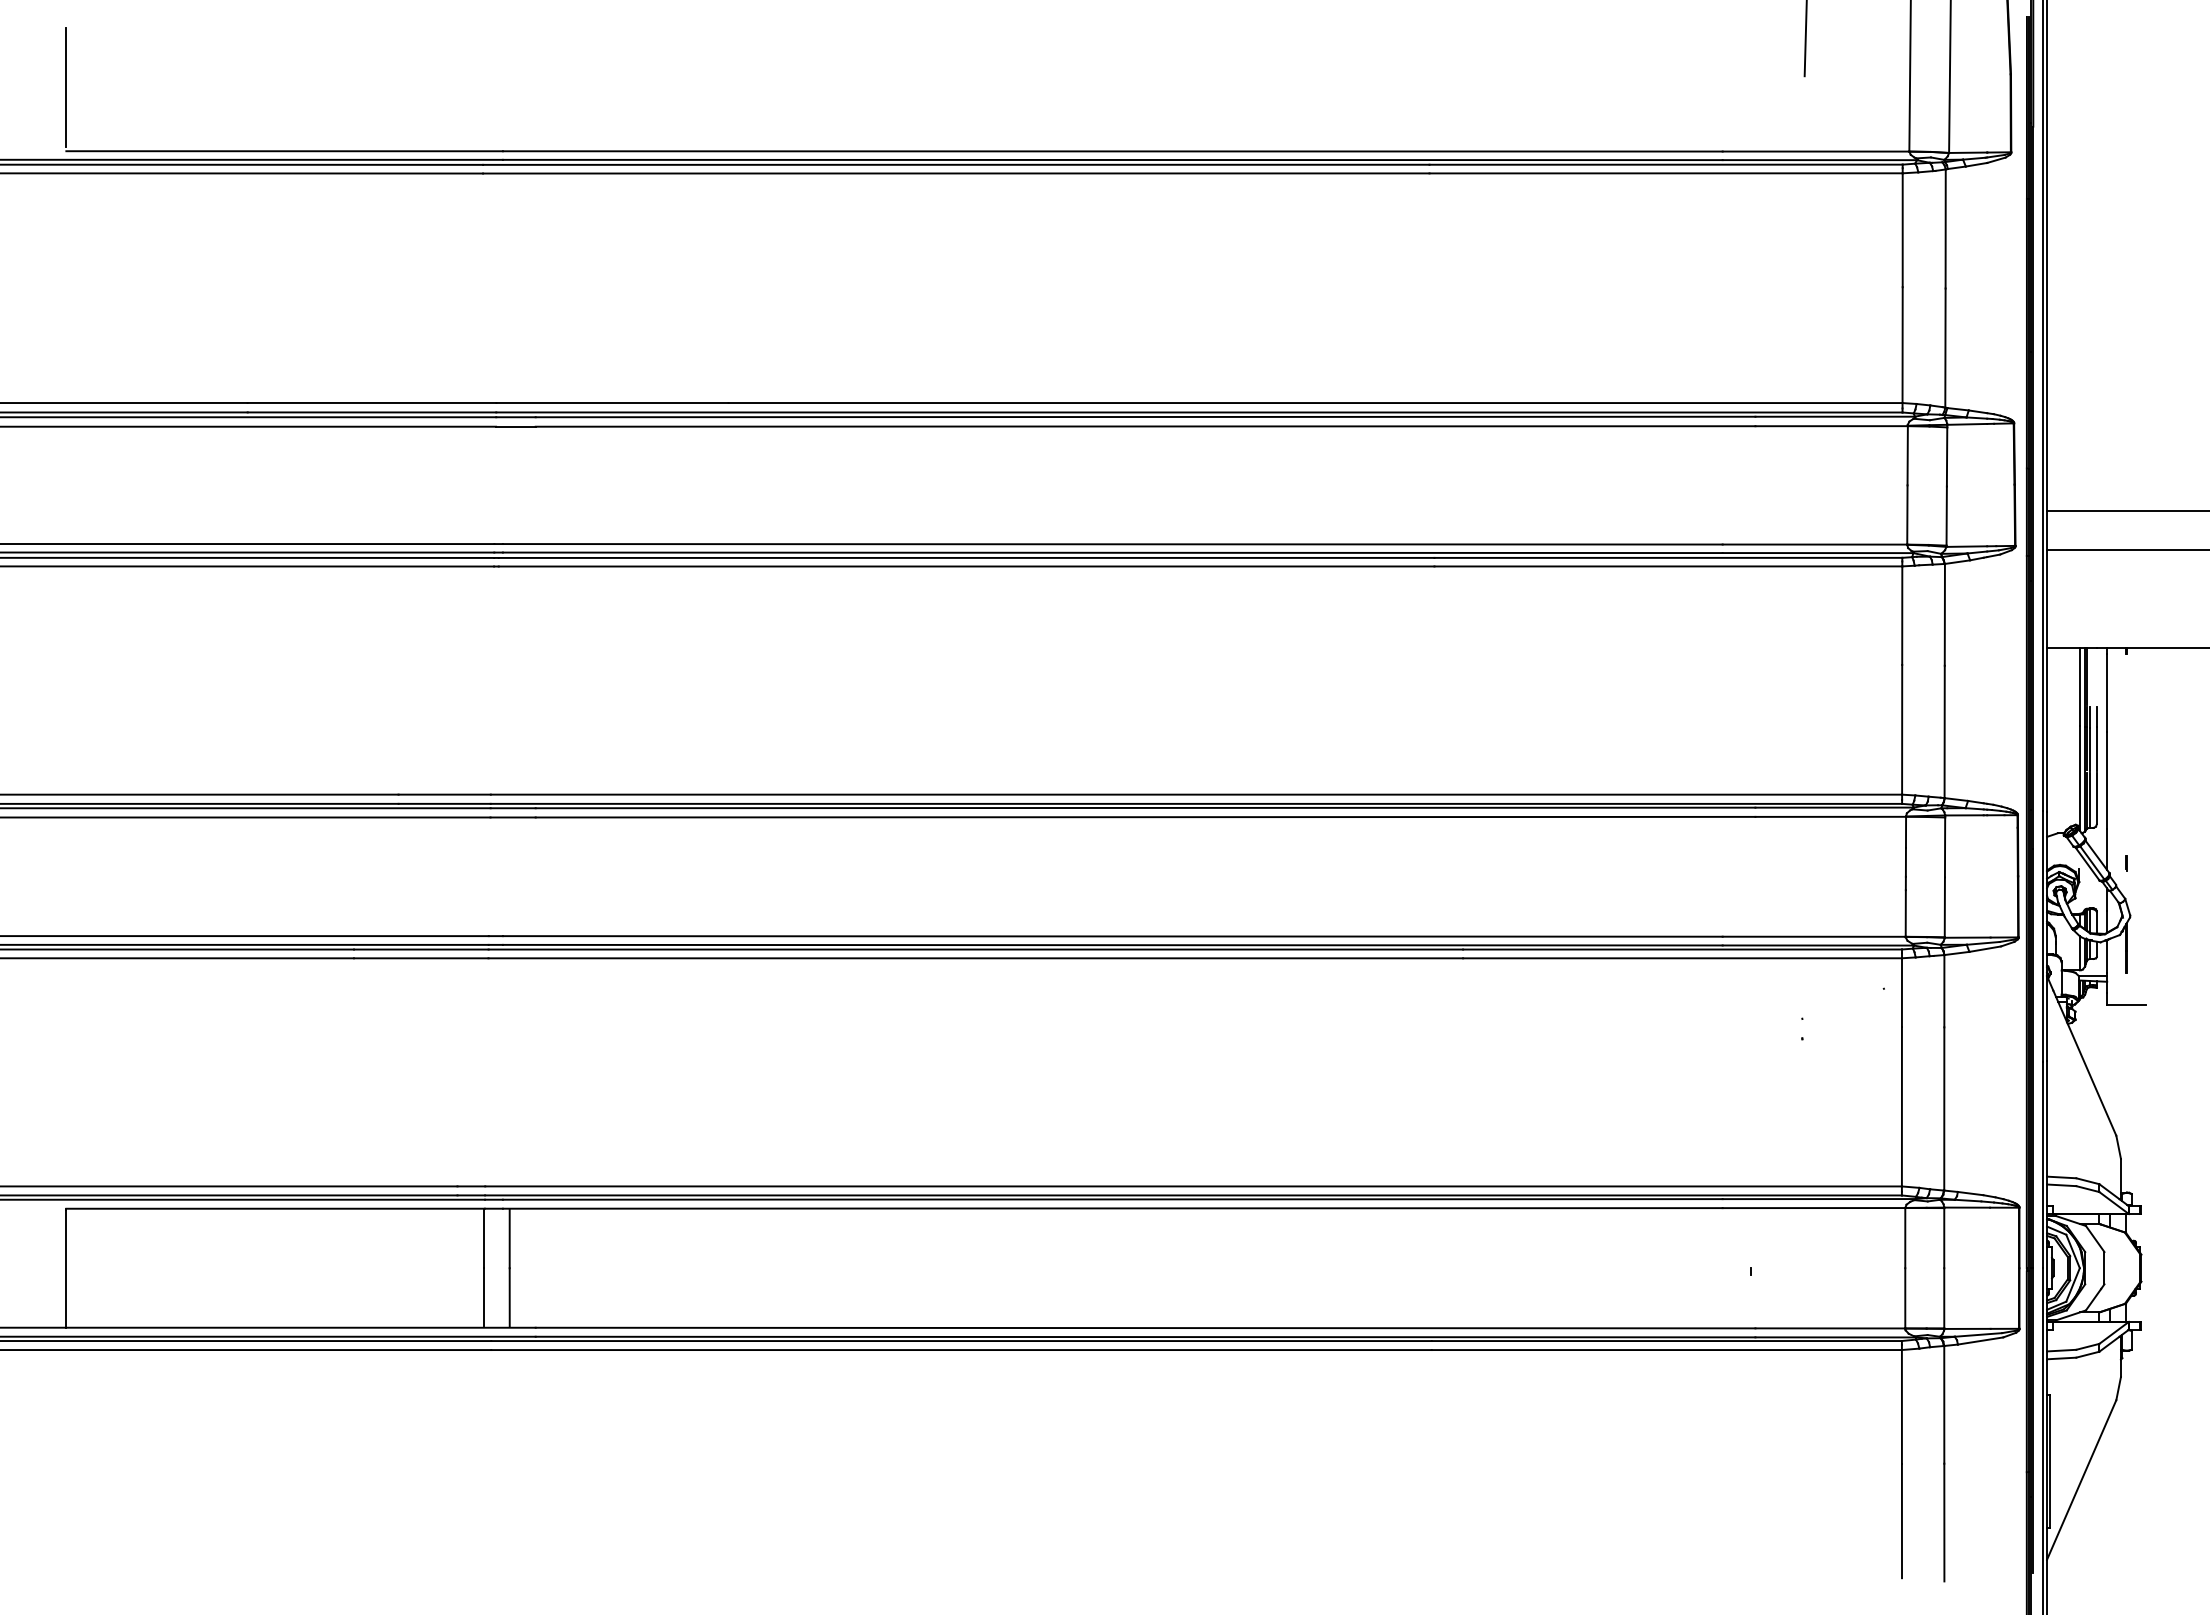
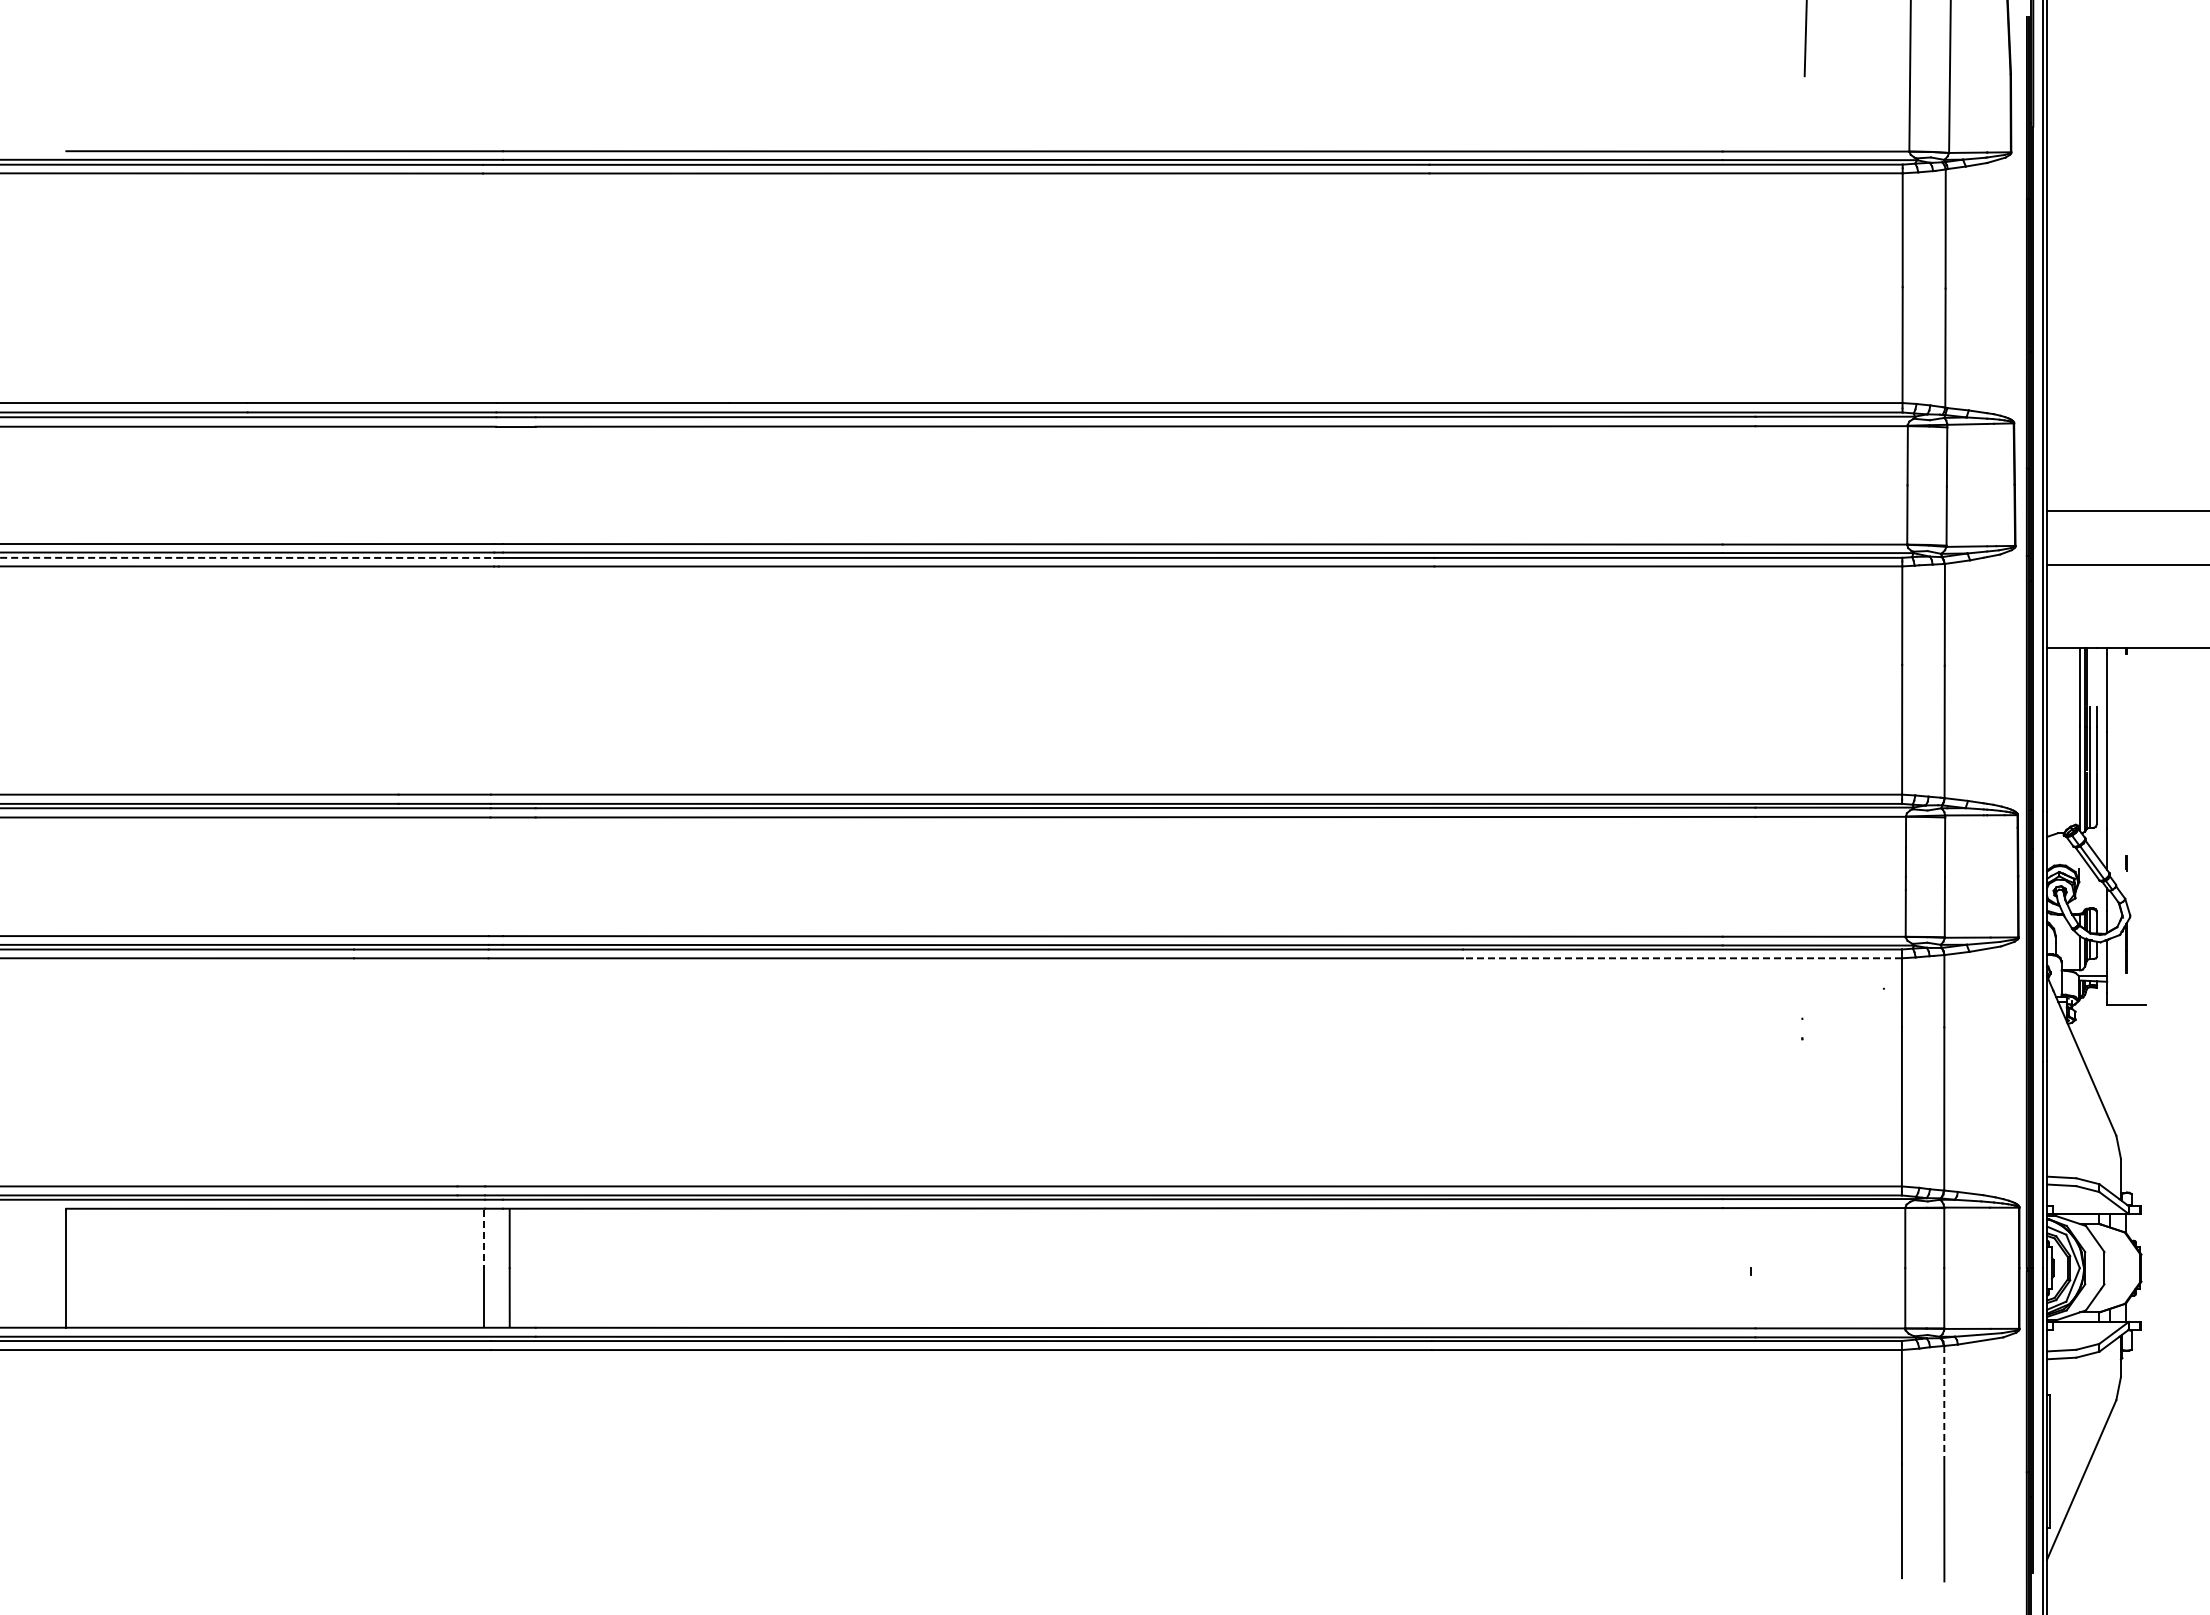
line at (66, 87): present -> none
line at (2126, 549) position: (2126, 549) -> (2126, 564)
line at (247, 557): solid -> dashed
line at (1682, 958): solid -> dashed
line at (484, 1239): solid -> dashed
line at (1944, 1404): solid -> dashed
